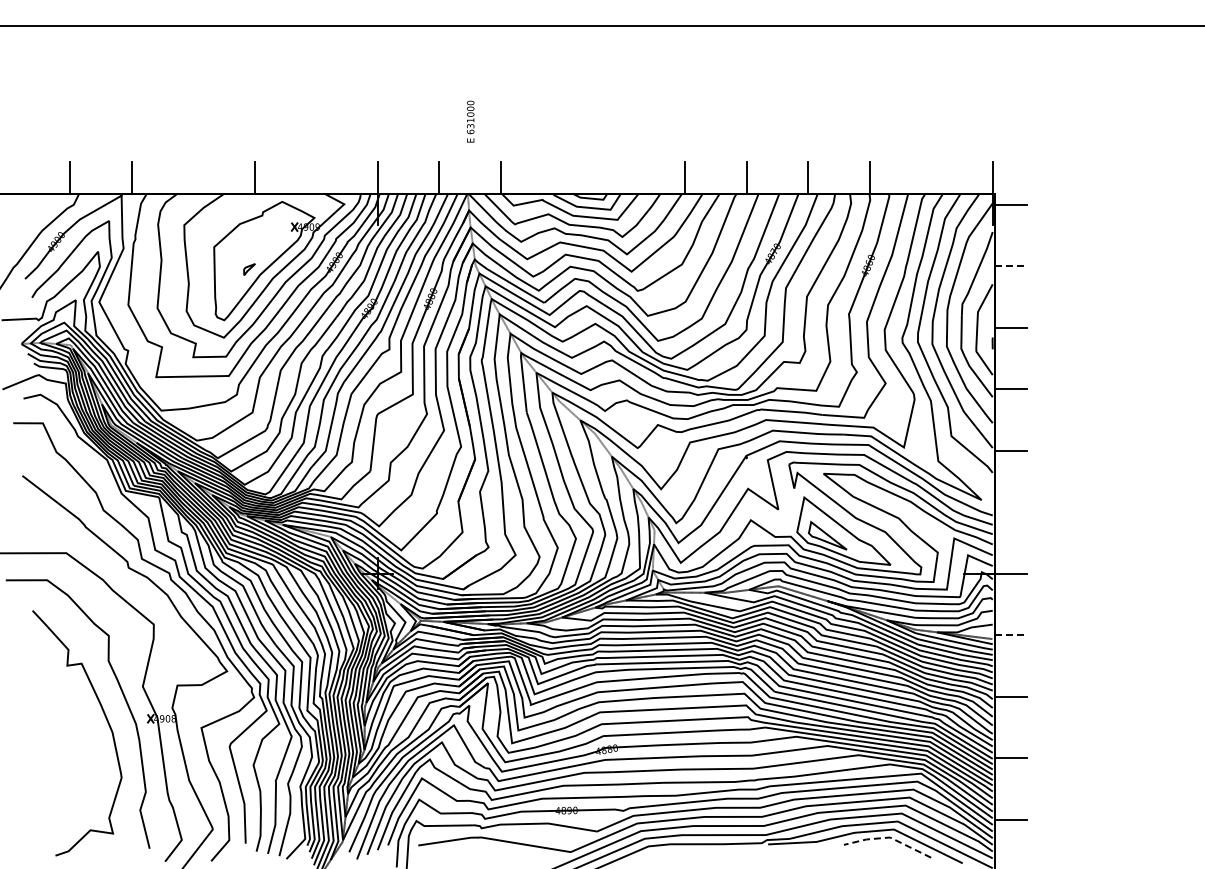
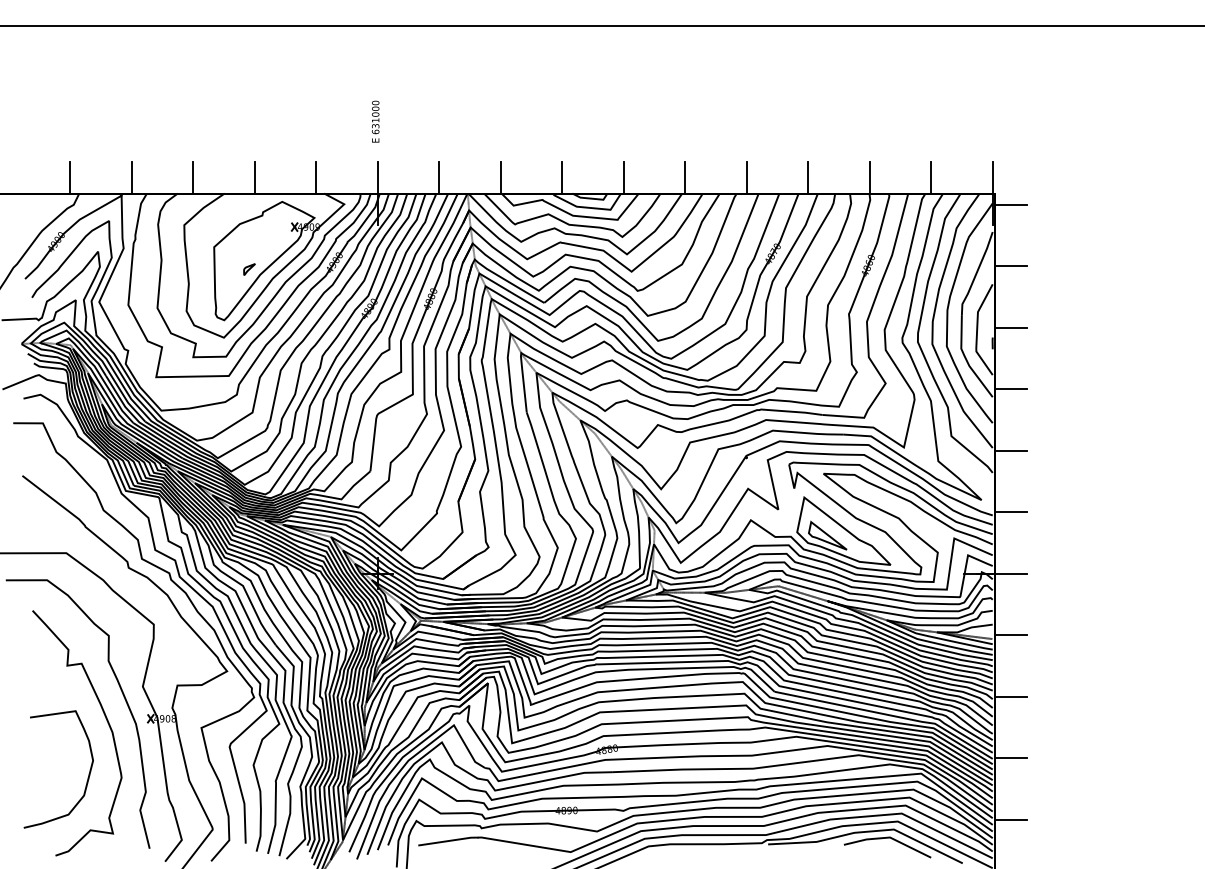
text at (470, 121) position: (470, 121) -> (375, 121)
line at (193, 177): none -> present
line at (316, 177): none -> present
line at (562, 177): none -> present
line at (623, 177): none -> present
line at (931, 177): none -> present
line at (1010, 266): dashed -> solid
line at (1010, 512): none -> present
line at (1010, 635): dashed -> solid
curve at (87, 777): none -> present
line at (889, 837): dashed -> solid
